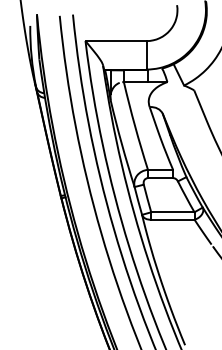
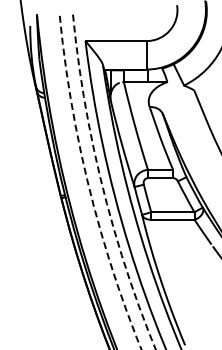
arc at (88, 186): solid -> dashed
arc at (102, 186): solid -> dashed
